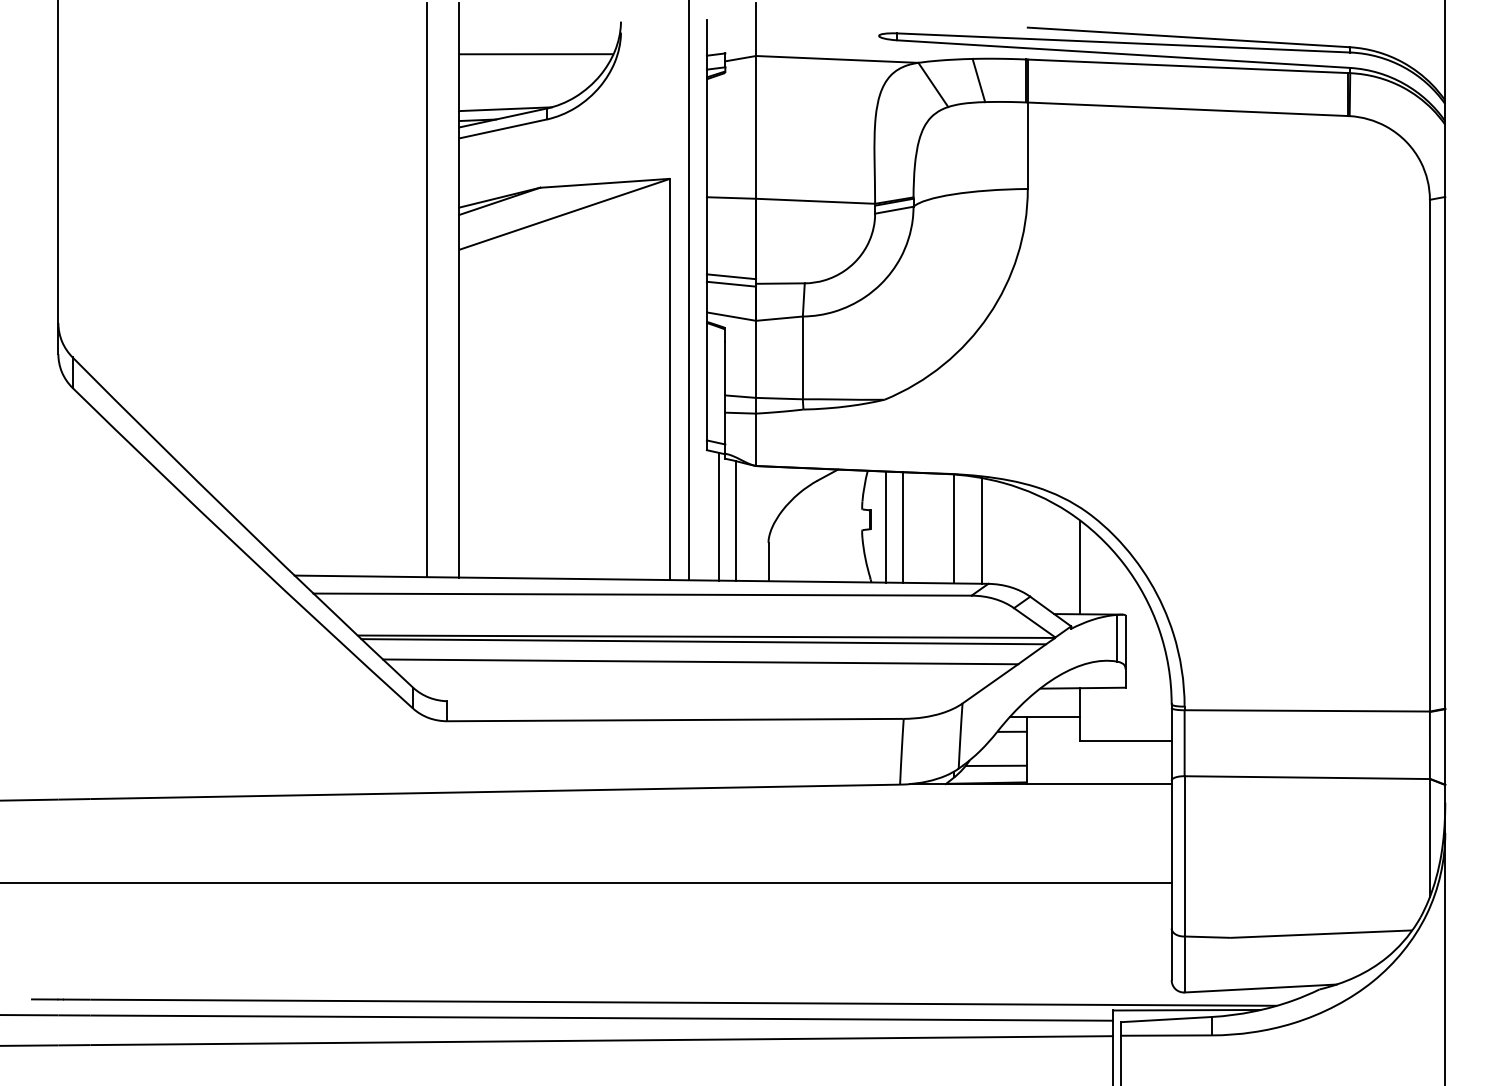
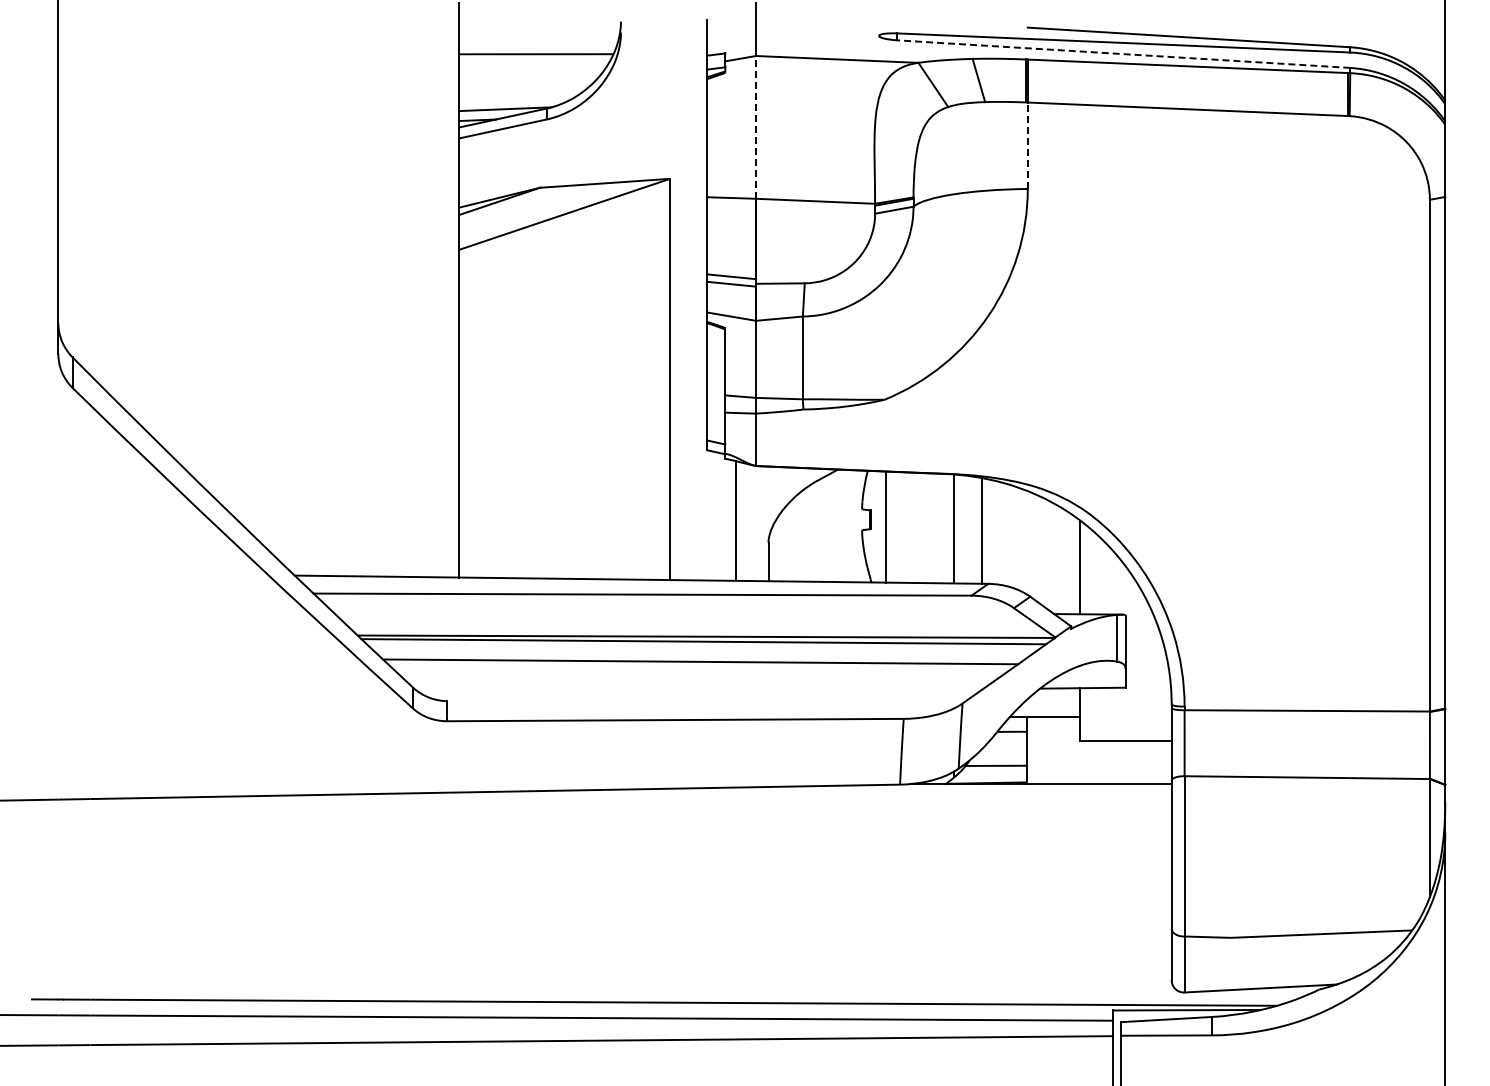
line at (1123, 54): solid -> dashed
line at (756, 126): solid -> dashed
line at (1027, 145): solid -> dashed
line at (427, 290): present -> none
line at (688, 291): present -> none
line at (719, 516): present -> none
line at (903, 527): present -> none
line at (586, 882): present -> none
